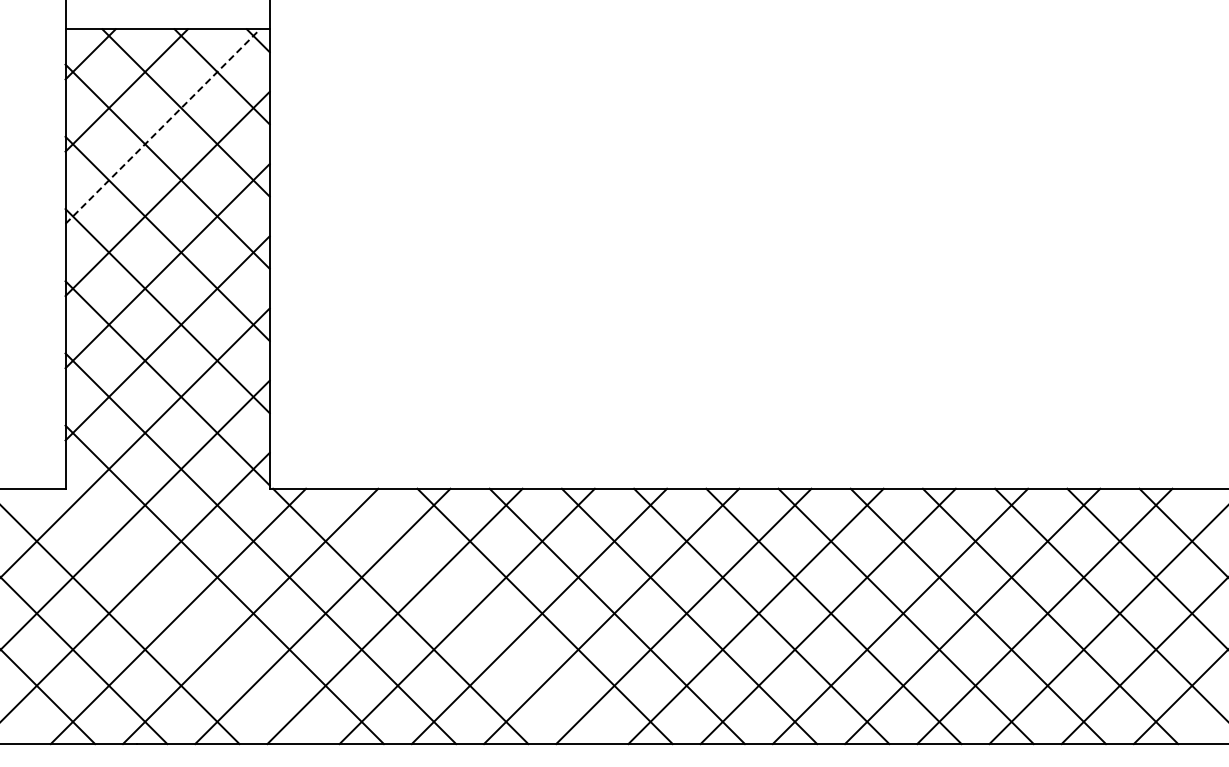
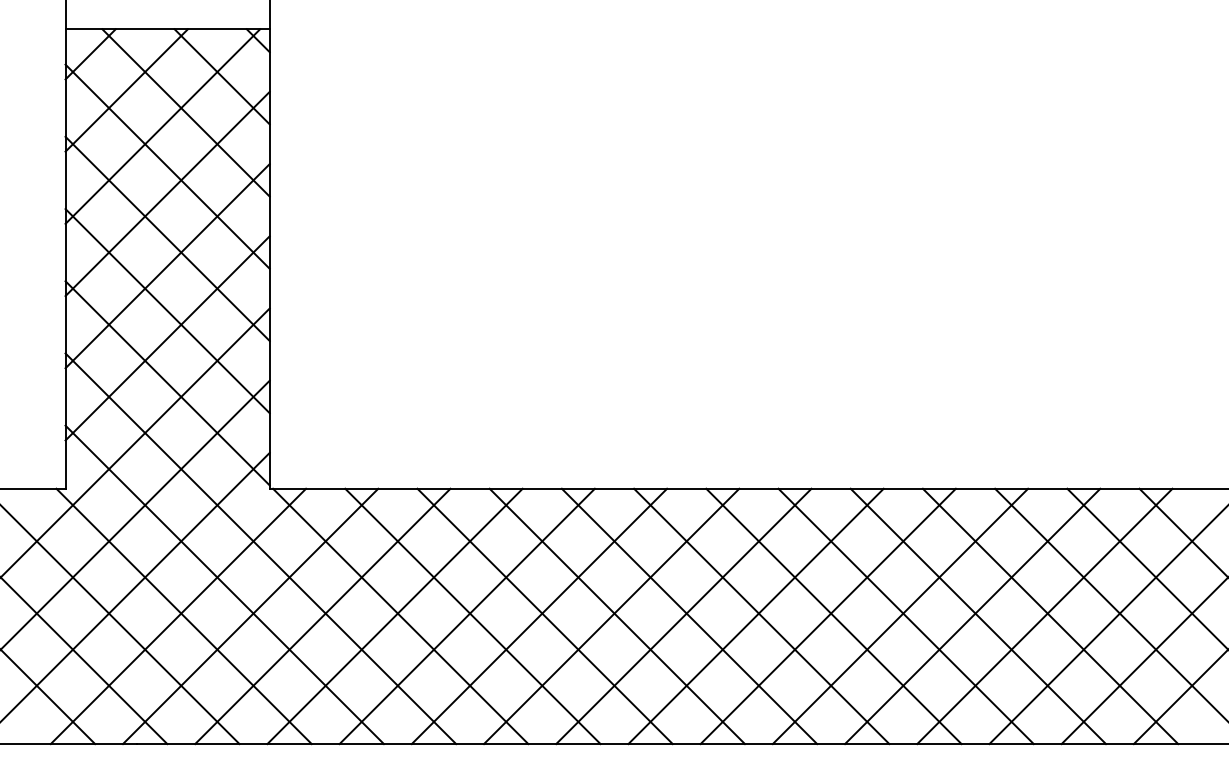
line at (162, 126): dashed -> solid
line at (183, 616): none -> present
line at (472, 616): none -> present
